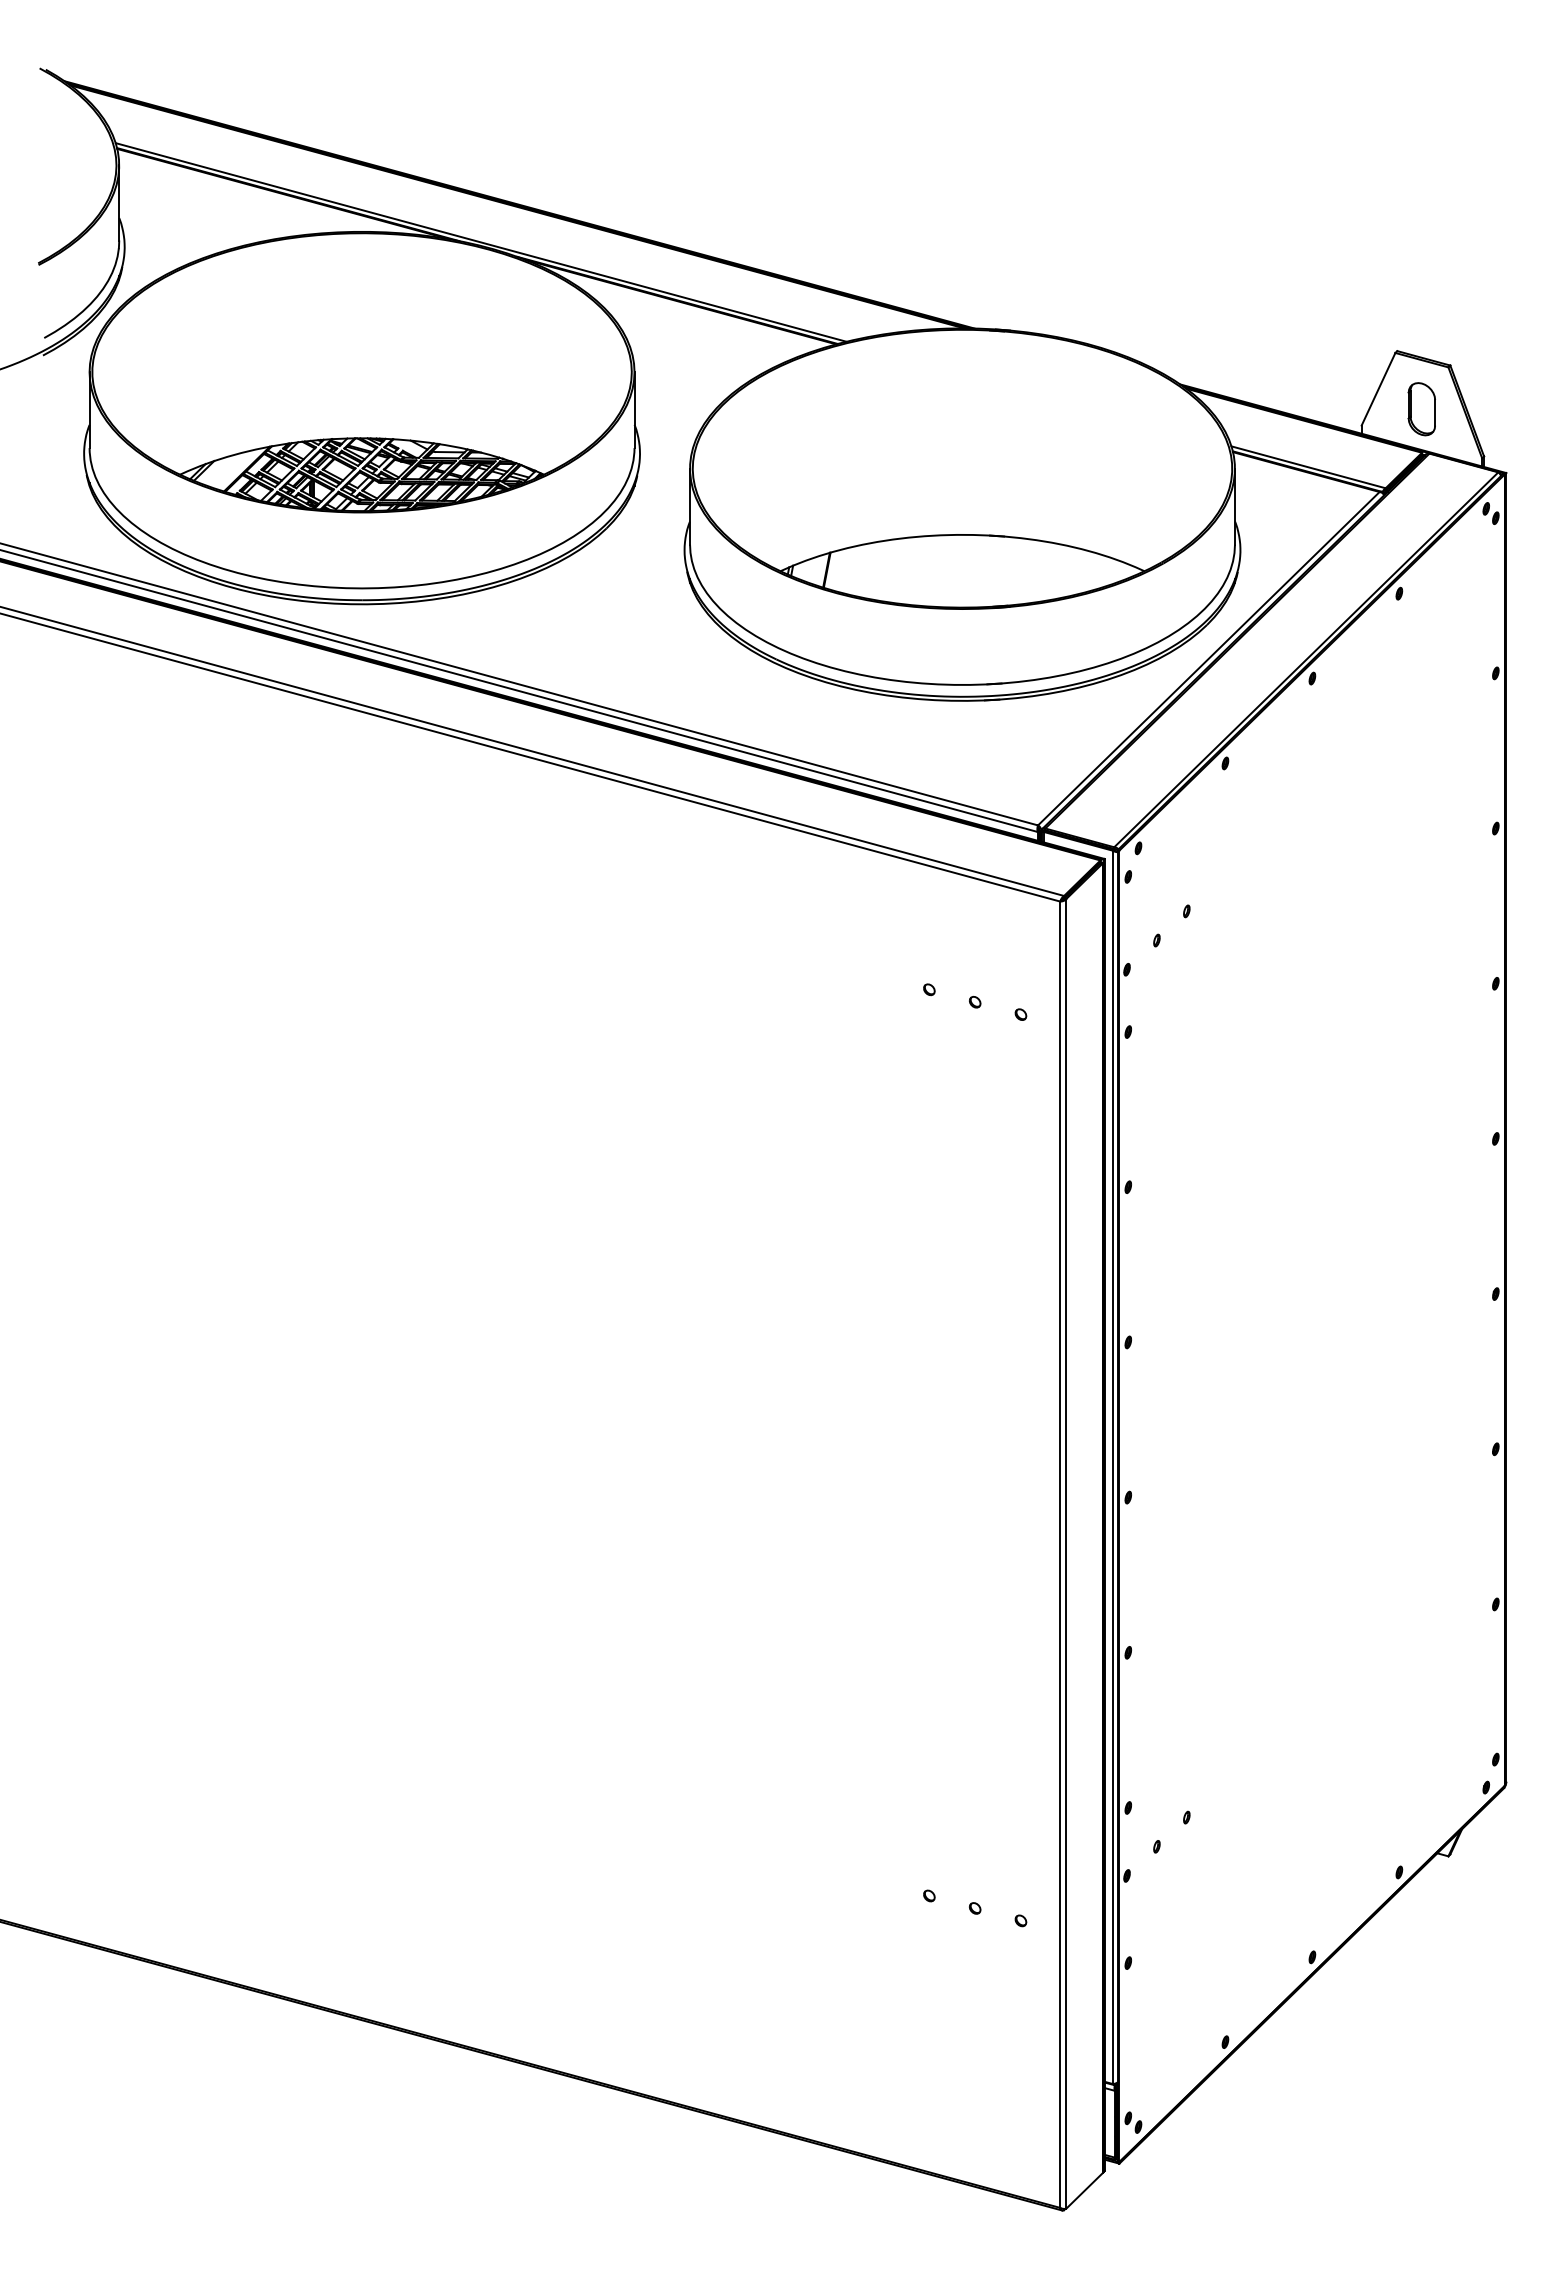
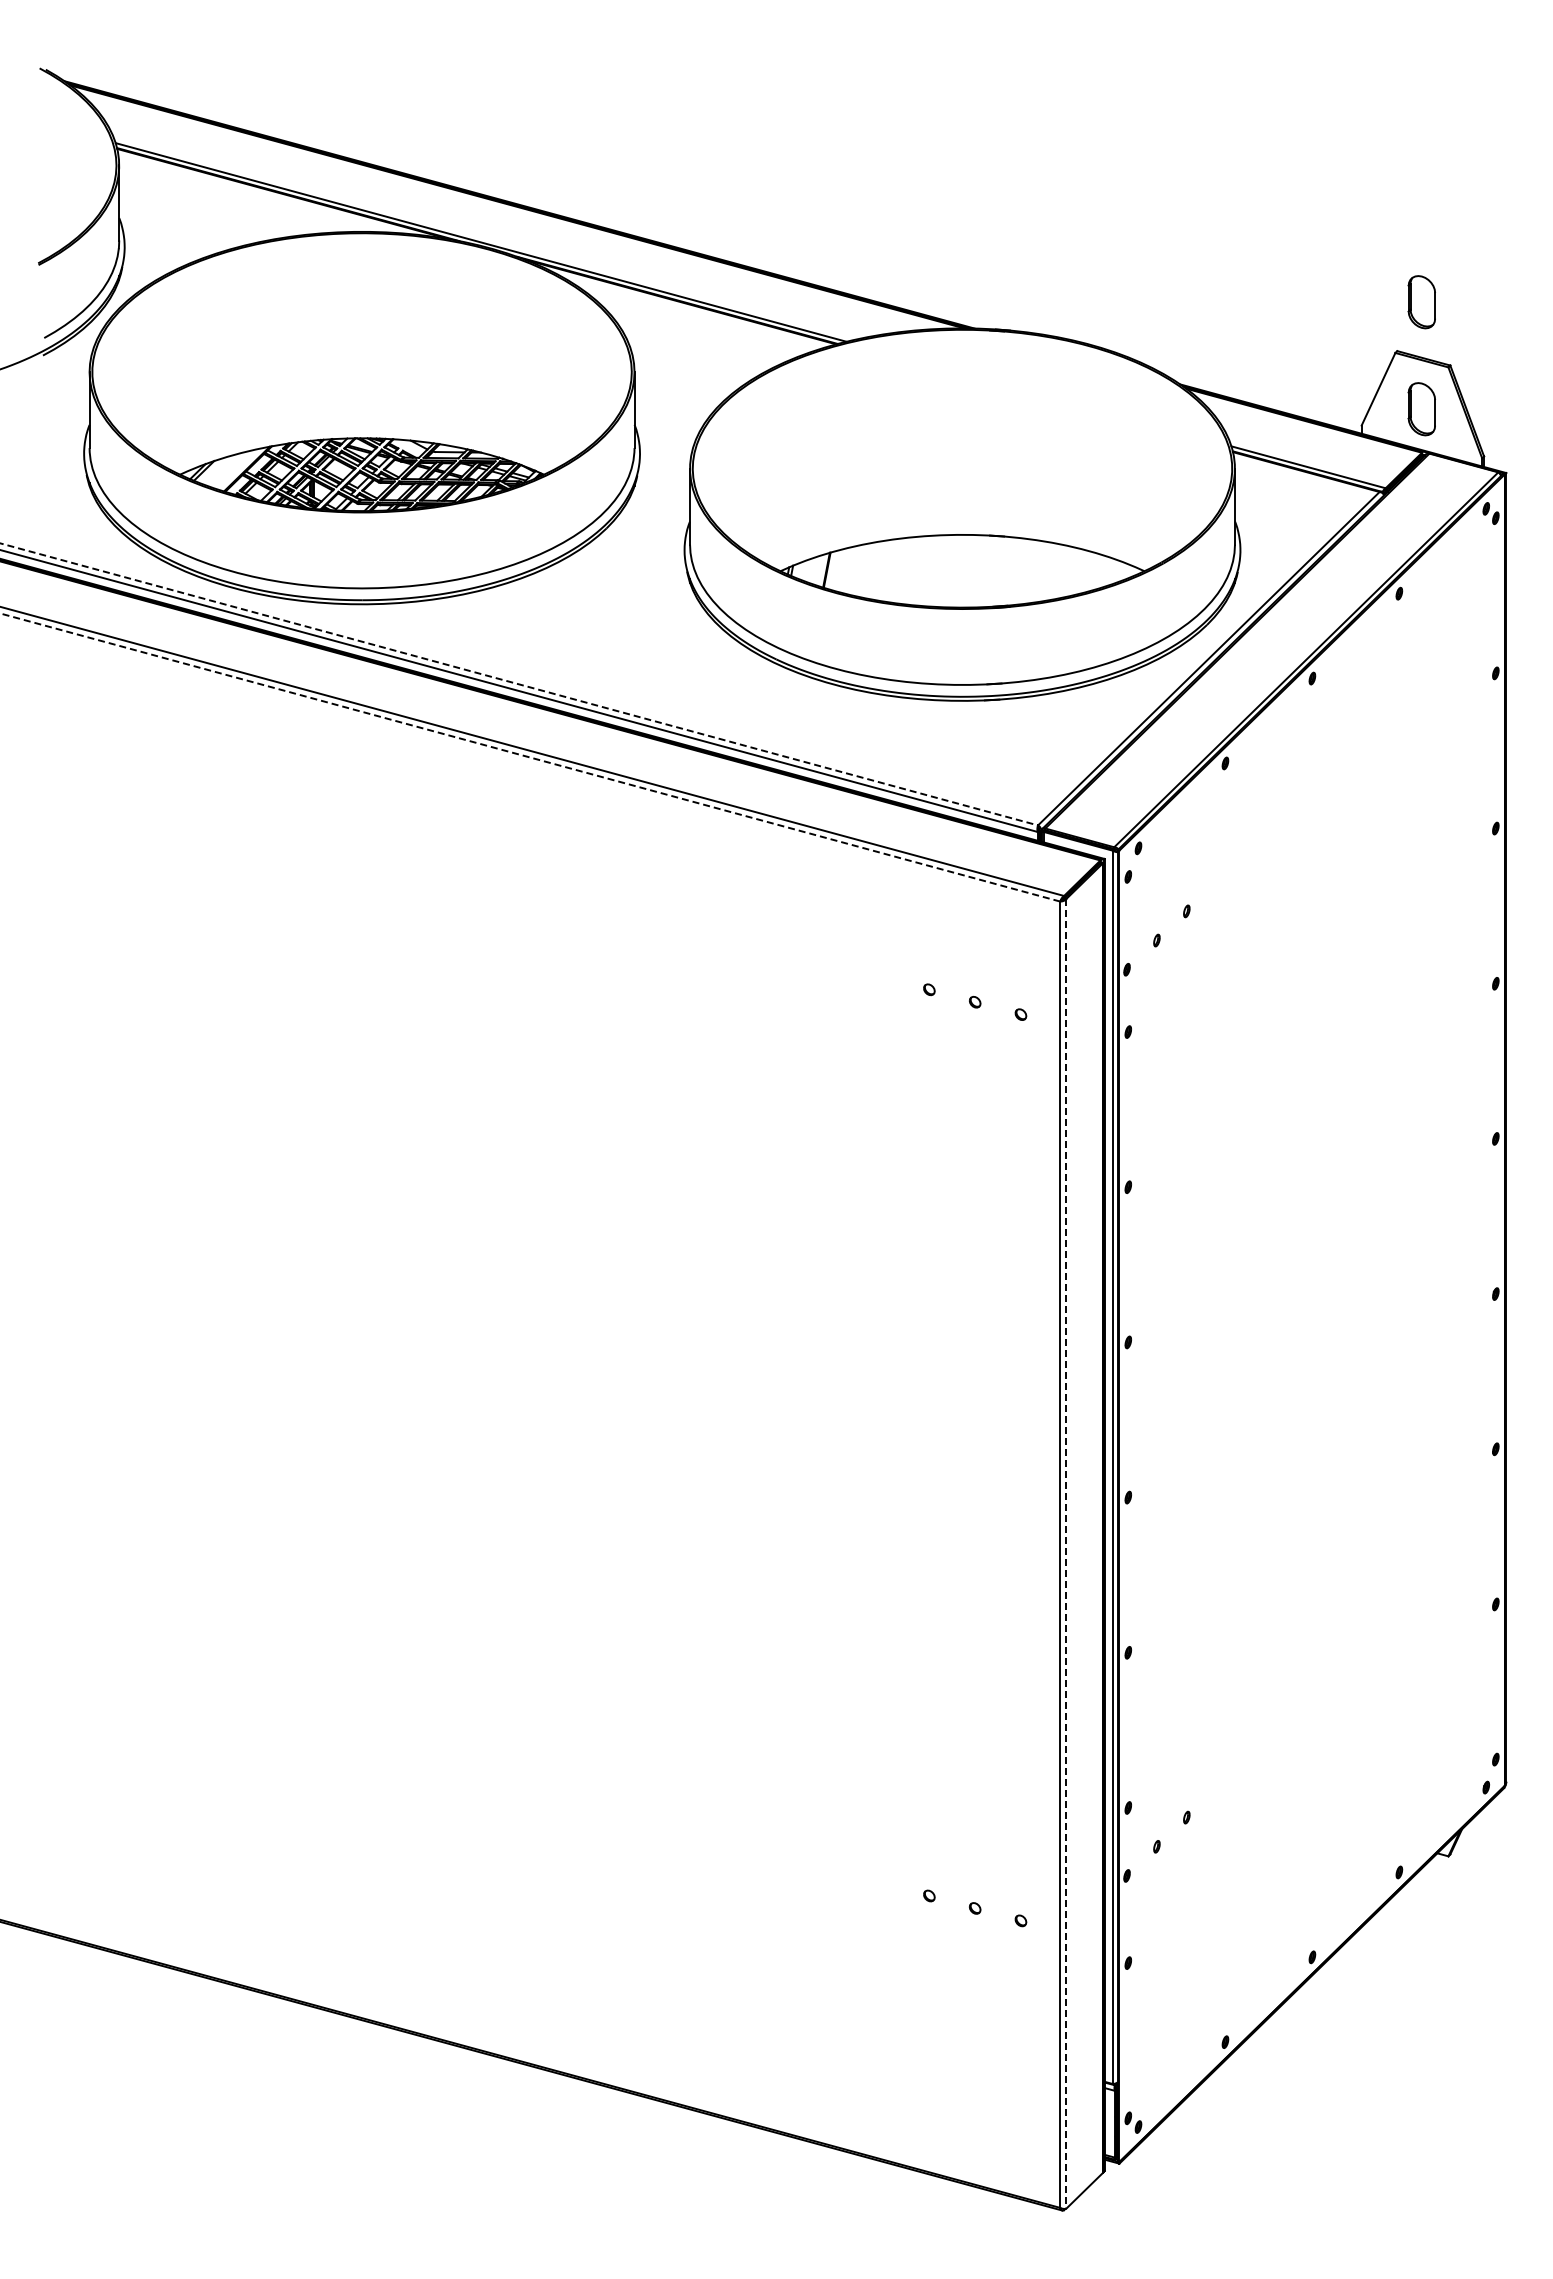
part at (1421, 302): none -> present
line at (519, 684): solid -> dashed
line at (530, 757): solid -> dashed
line at (1066, 1553): solid -> dashed
